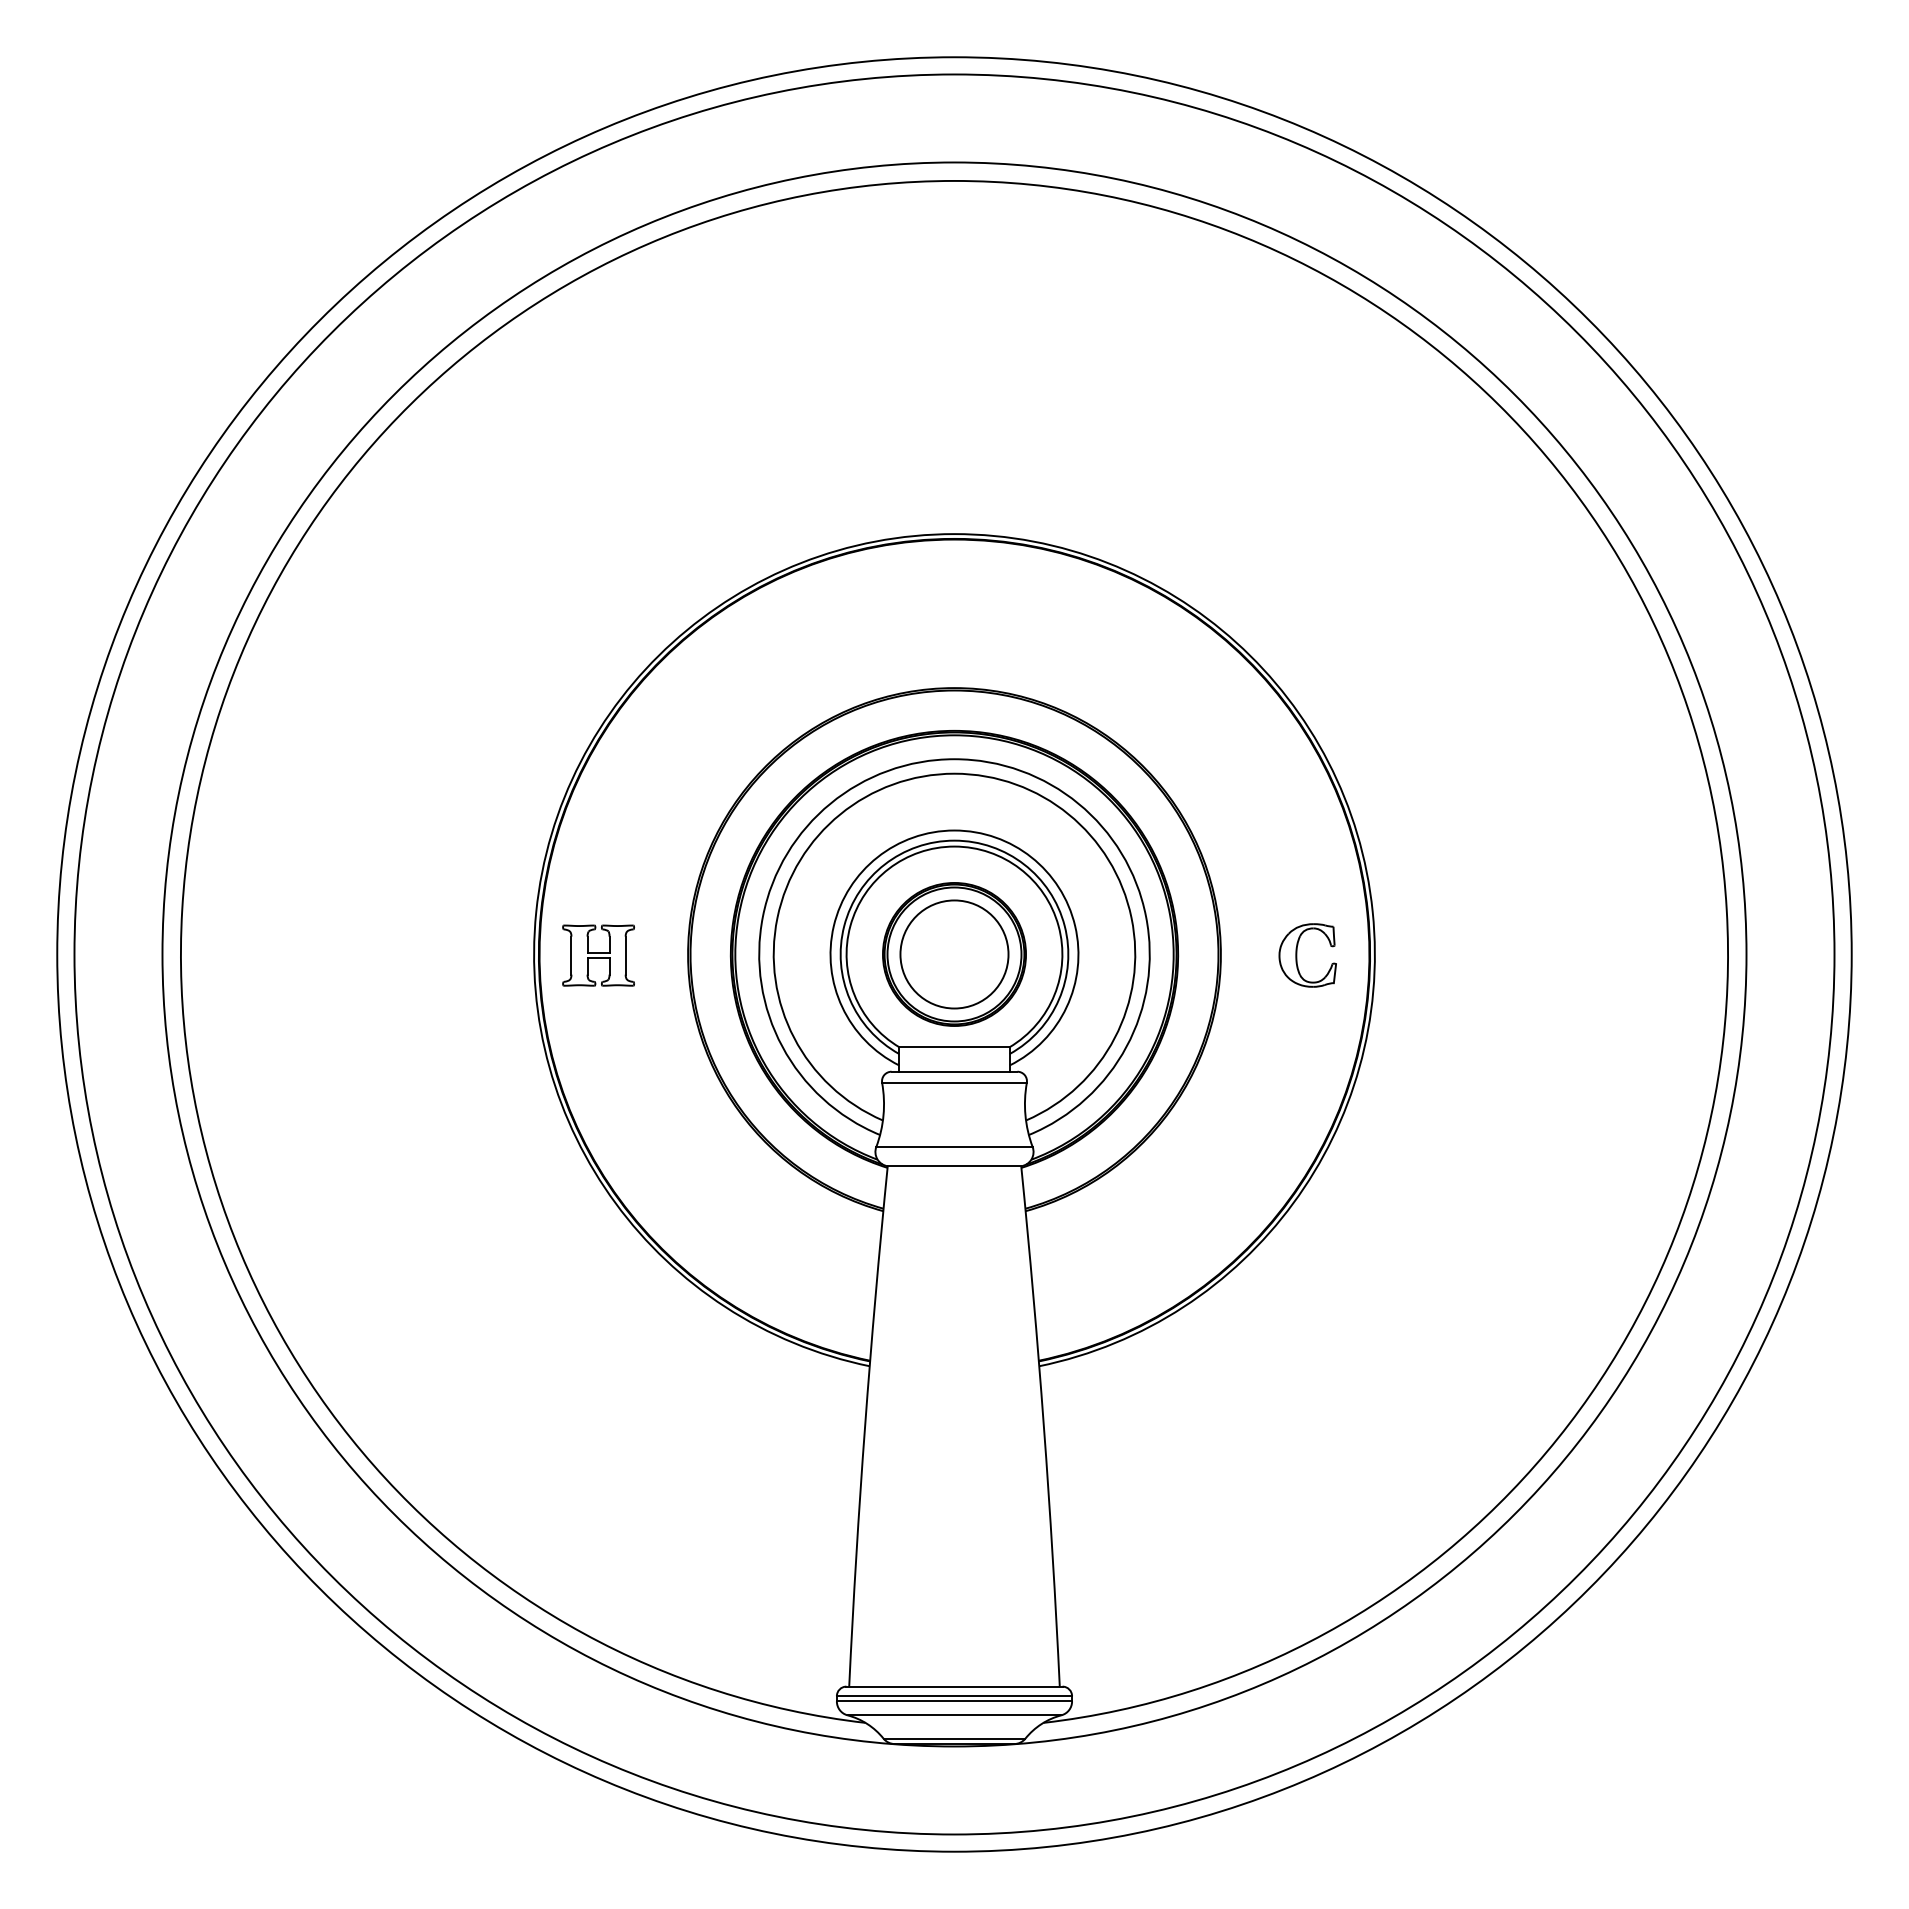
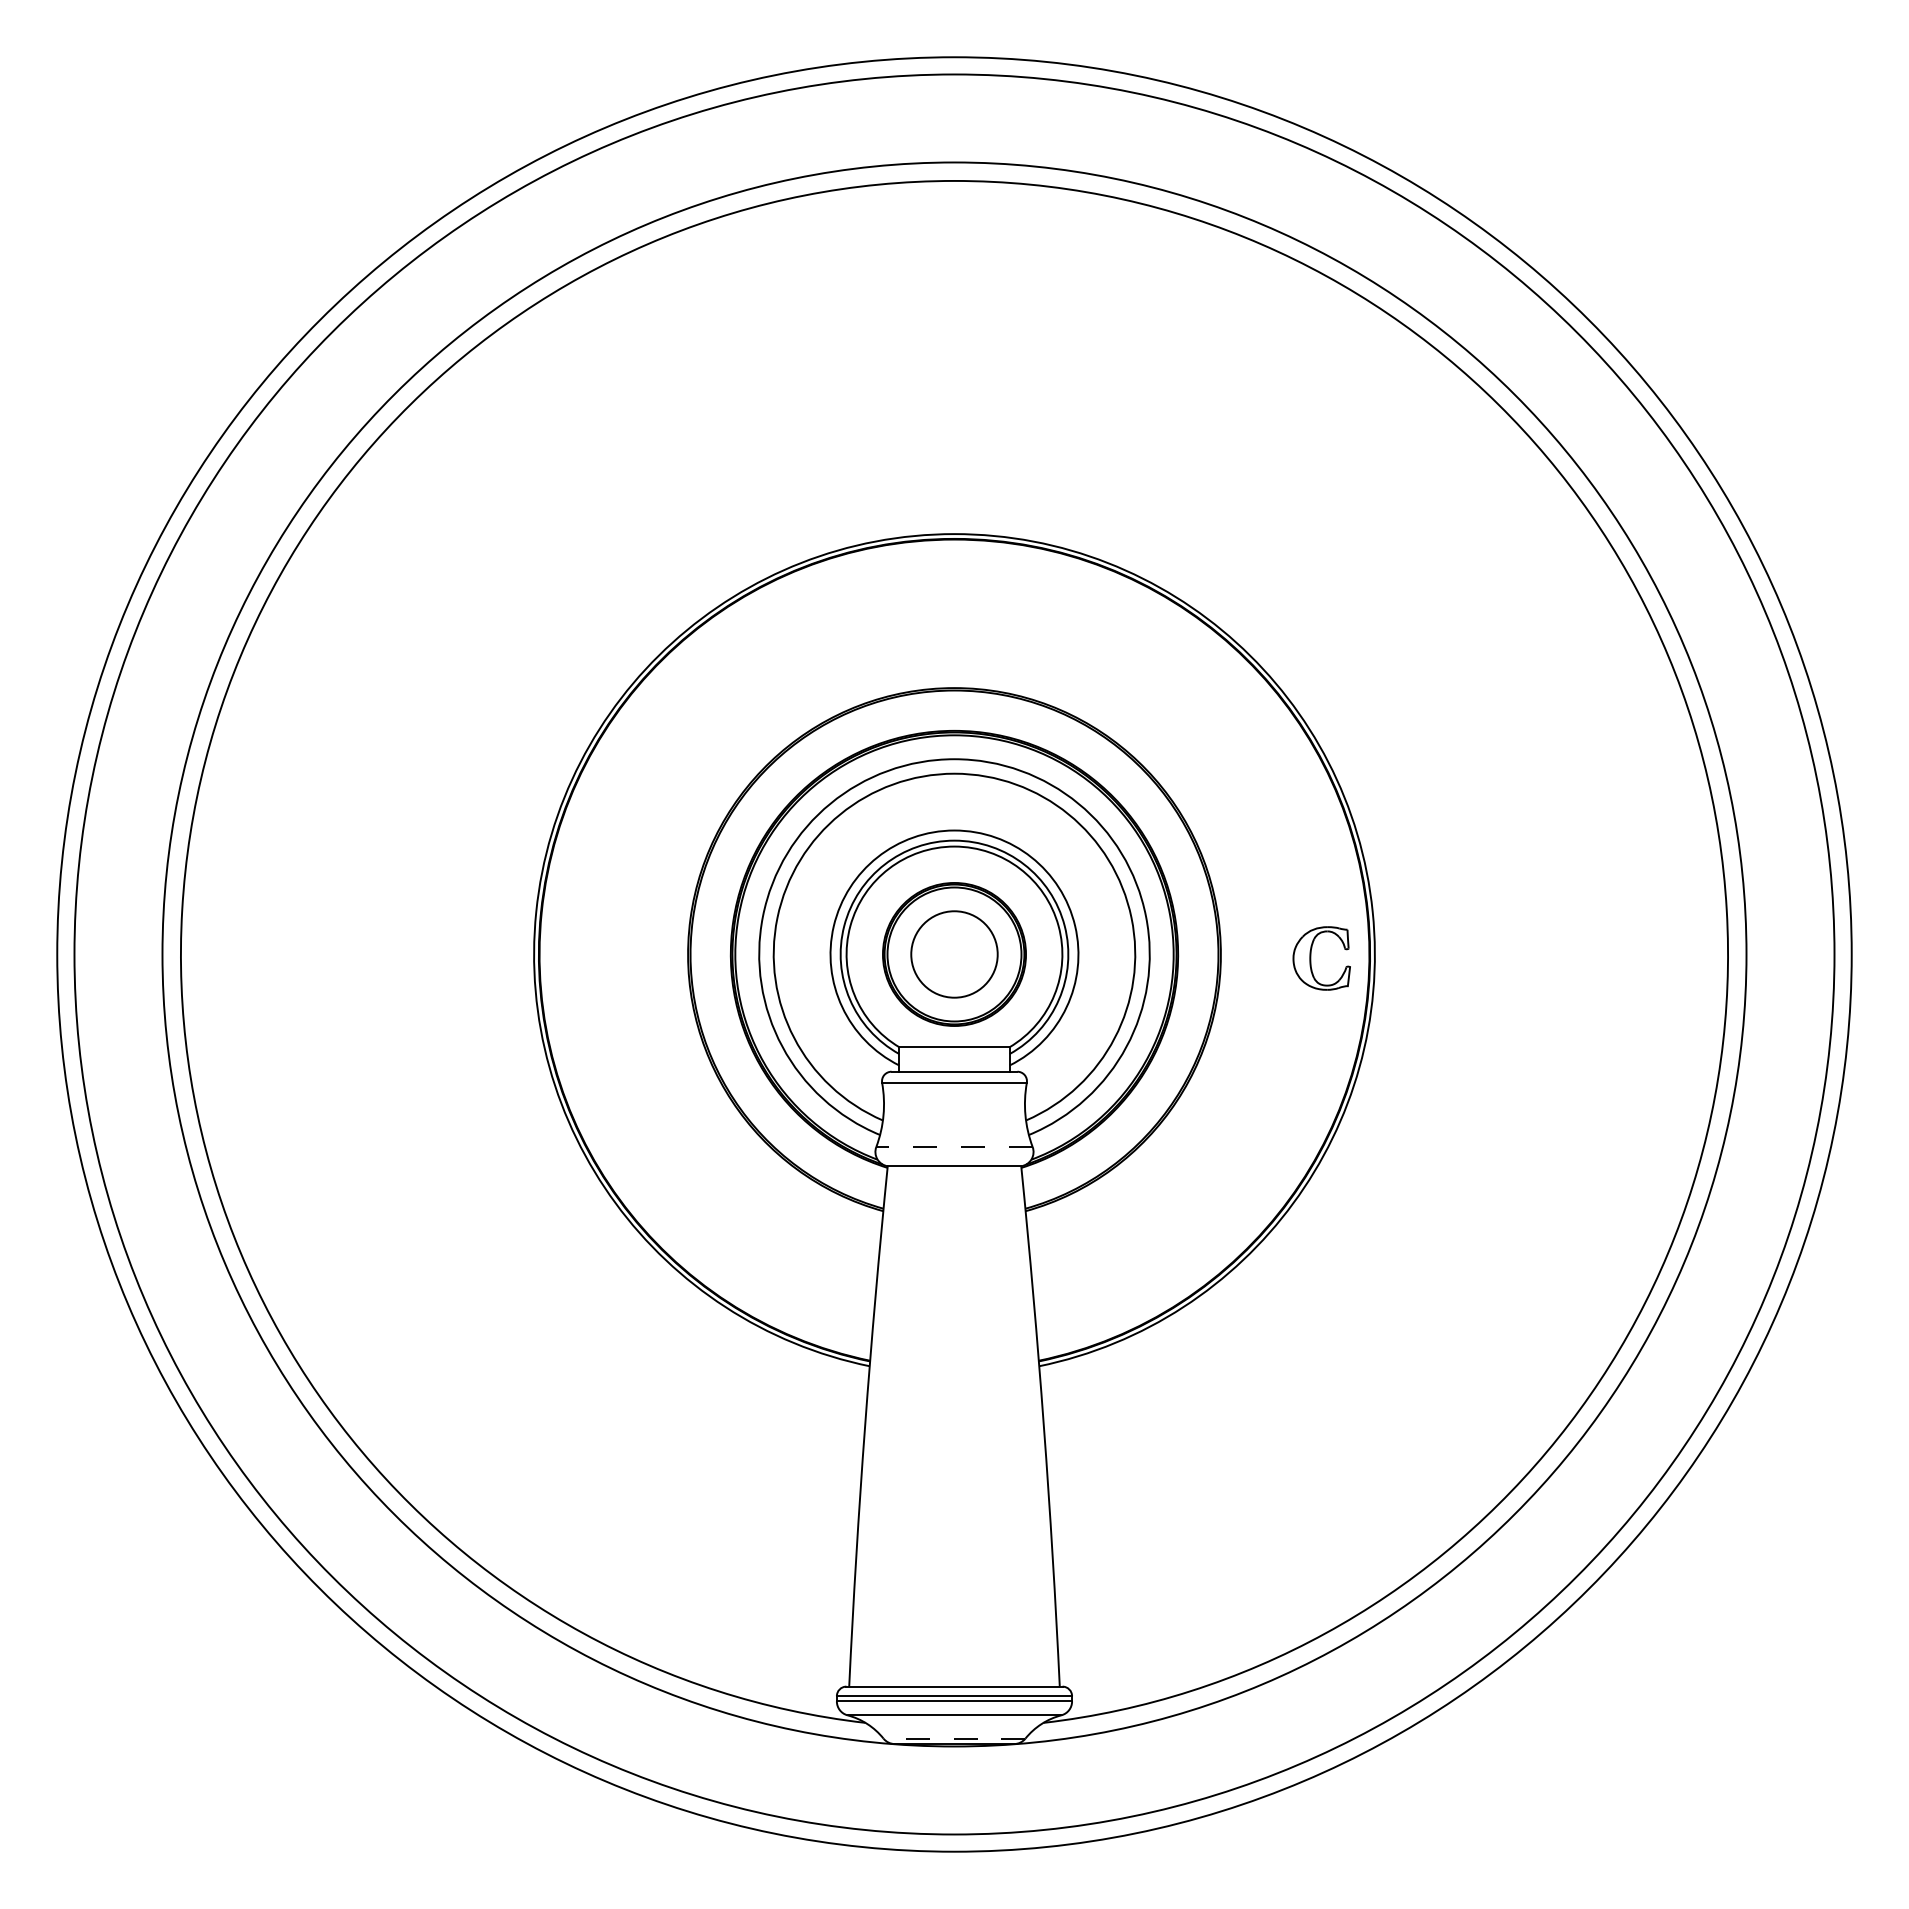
circle at (954, 954) diameter: 108 px -> 86 px
part at (598, 955): present -> none
part at (1297, 955) position: (1297, 955) -> (1311, 958)
line at (954, 1147): solid -> dashed
line at (954, 1738): solid -> dashed
